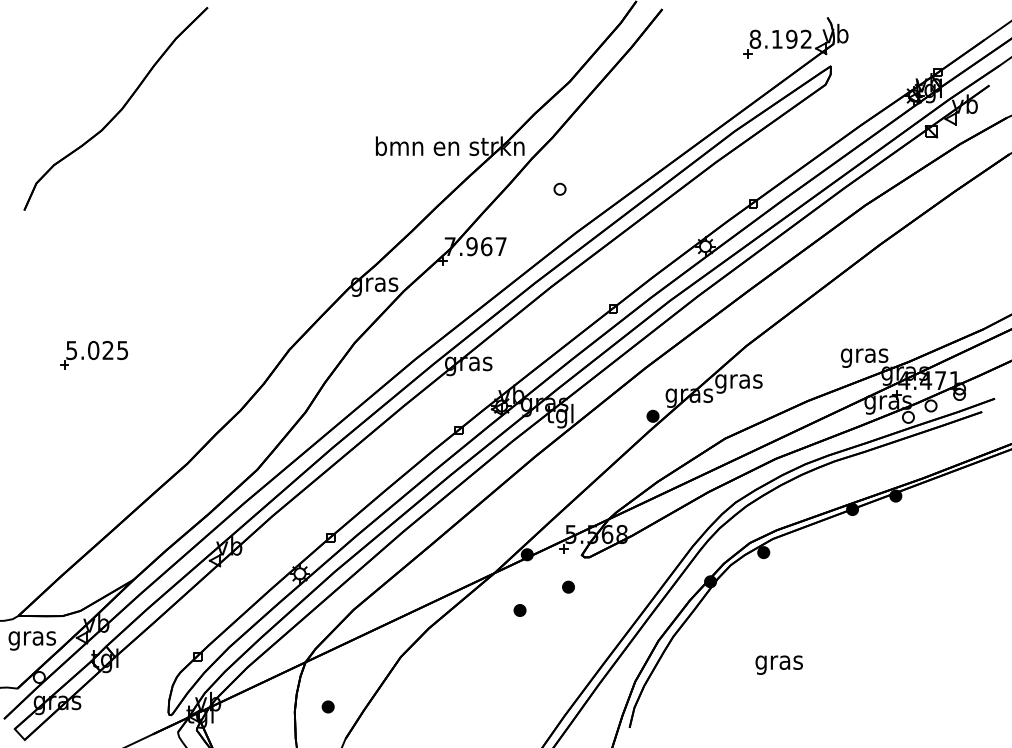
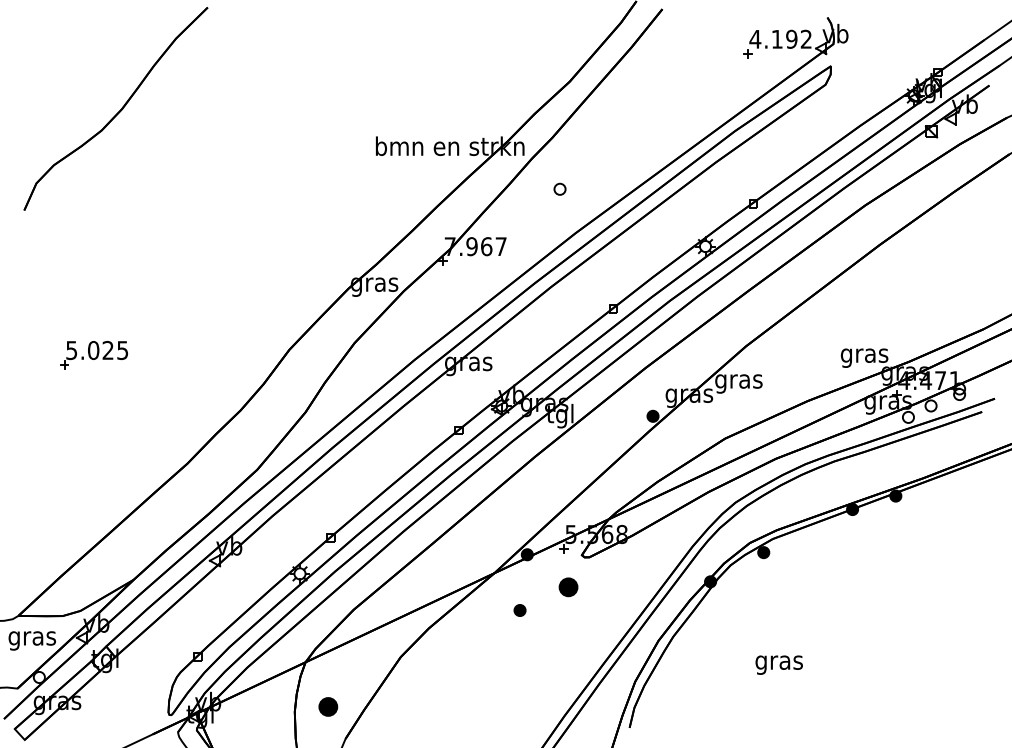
text at (755, 38): 8.192 -> 4.192
part at (568, 586) size: 13x14 px -> 21x21 px
part at (327, 706) size: 14x14 px -> 21x20 px
